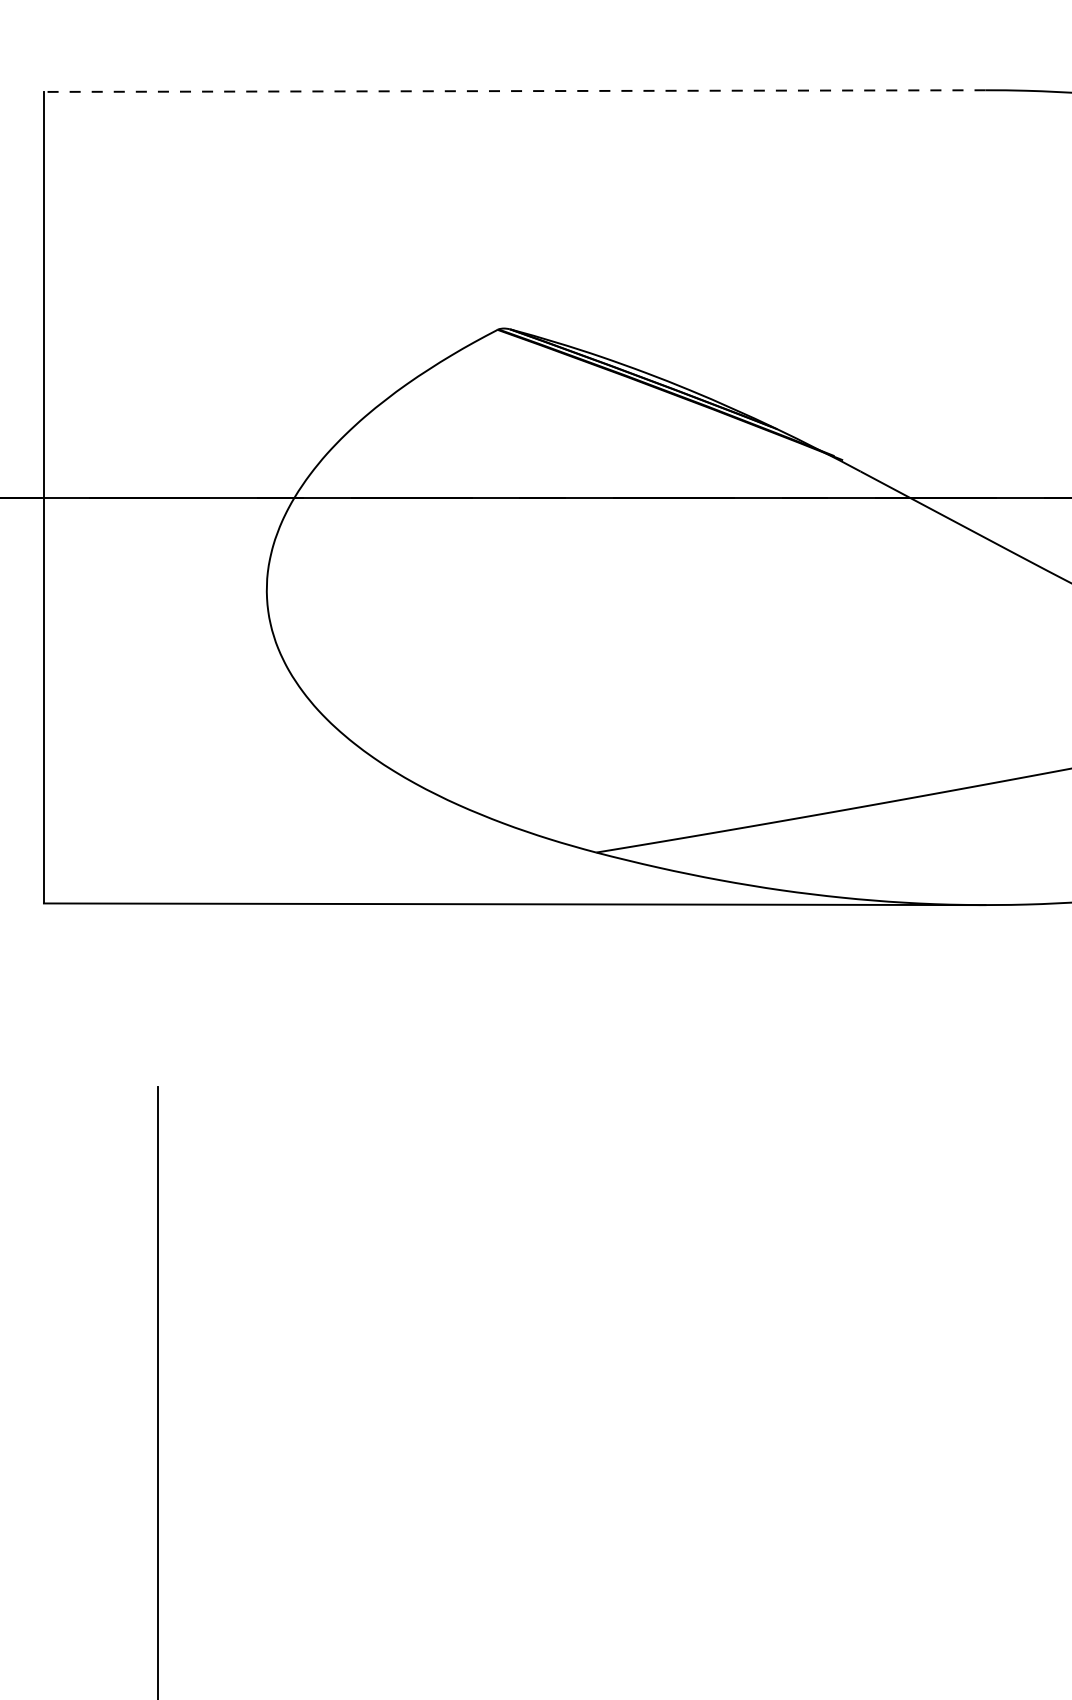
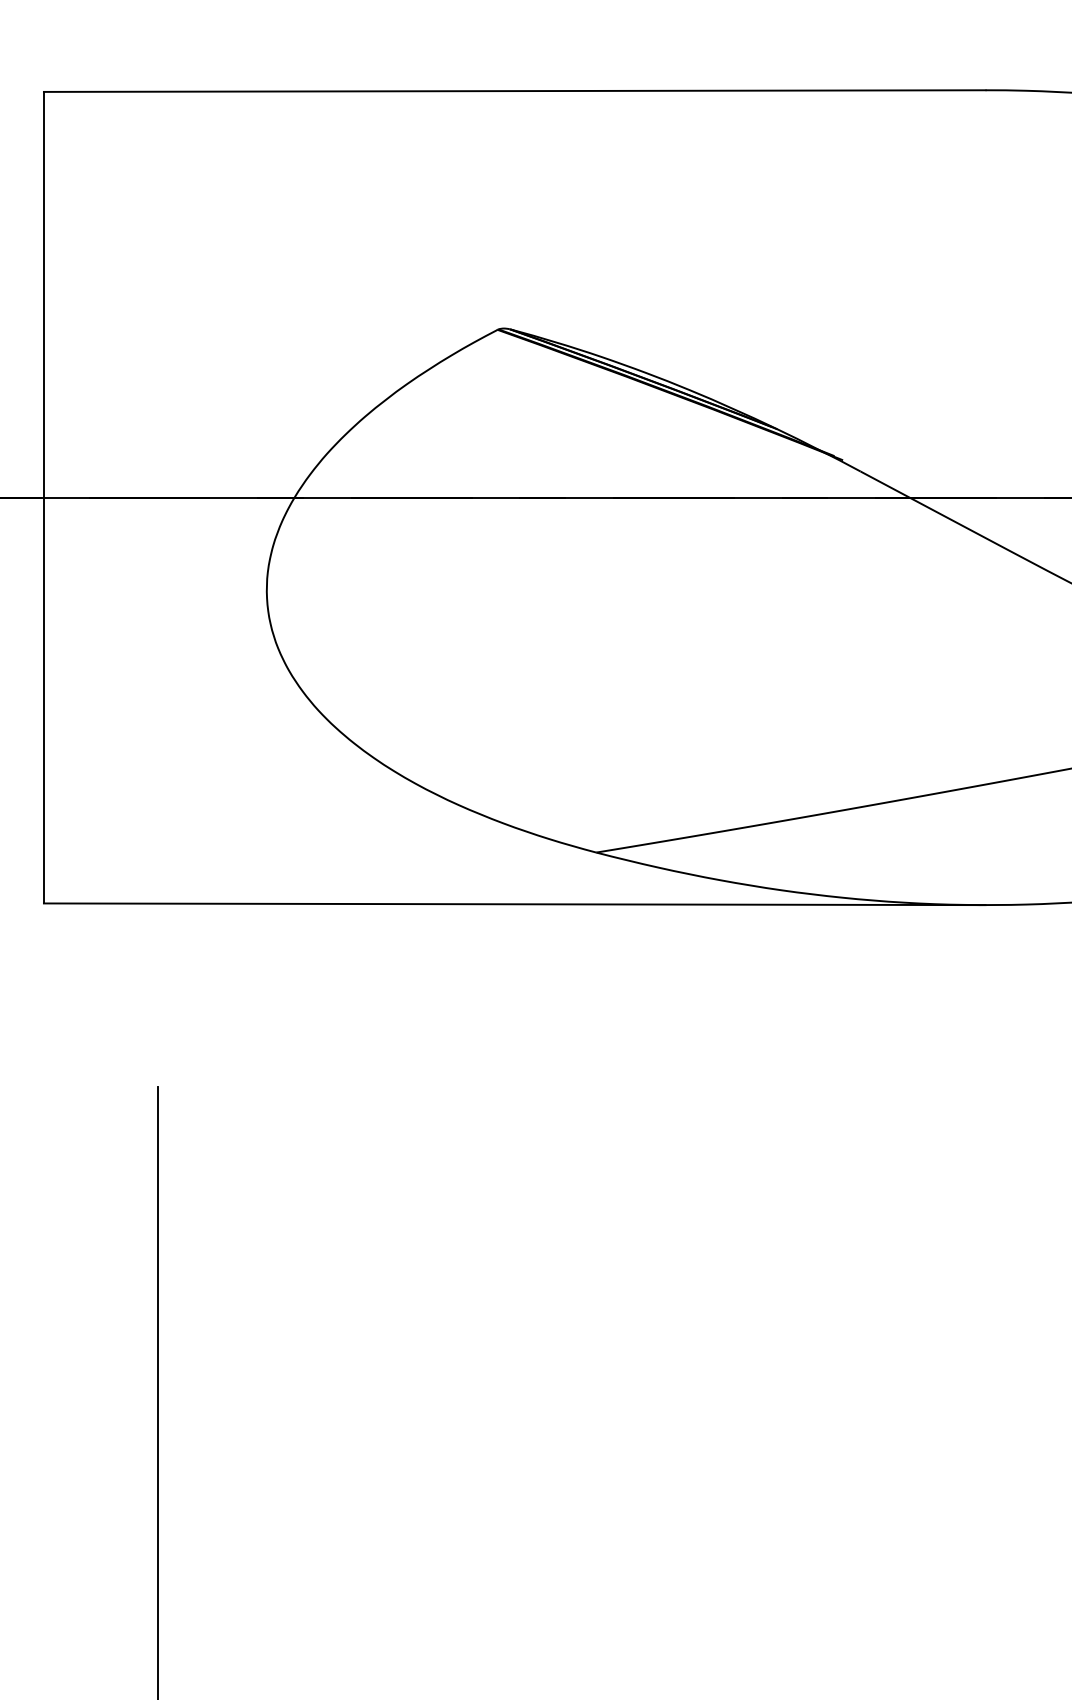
line at (514, 91): dashed -> solid
